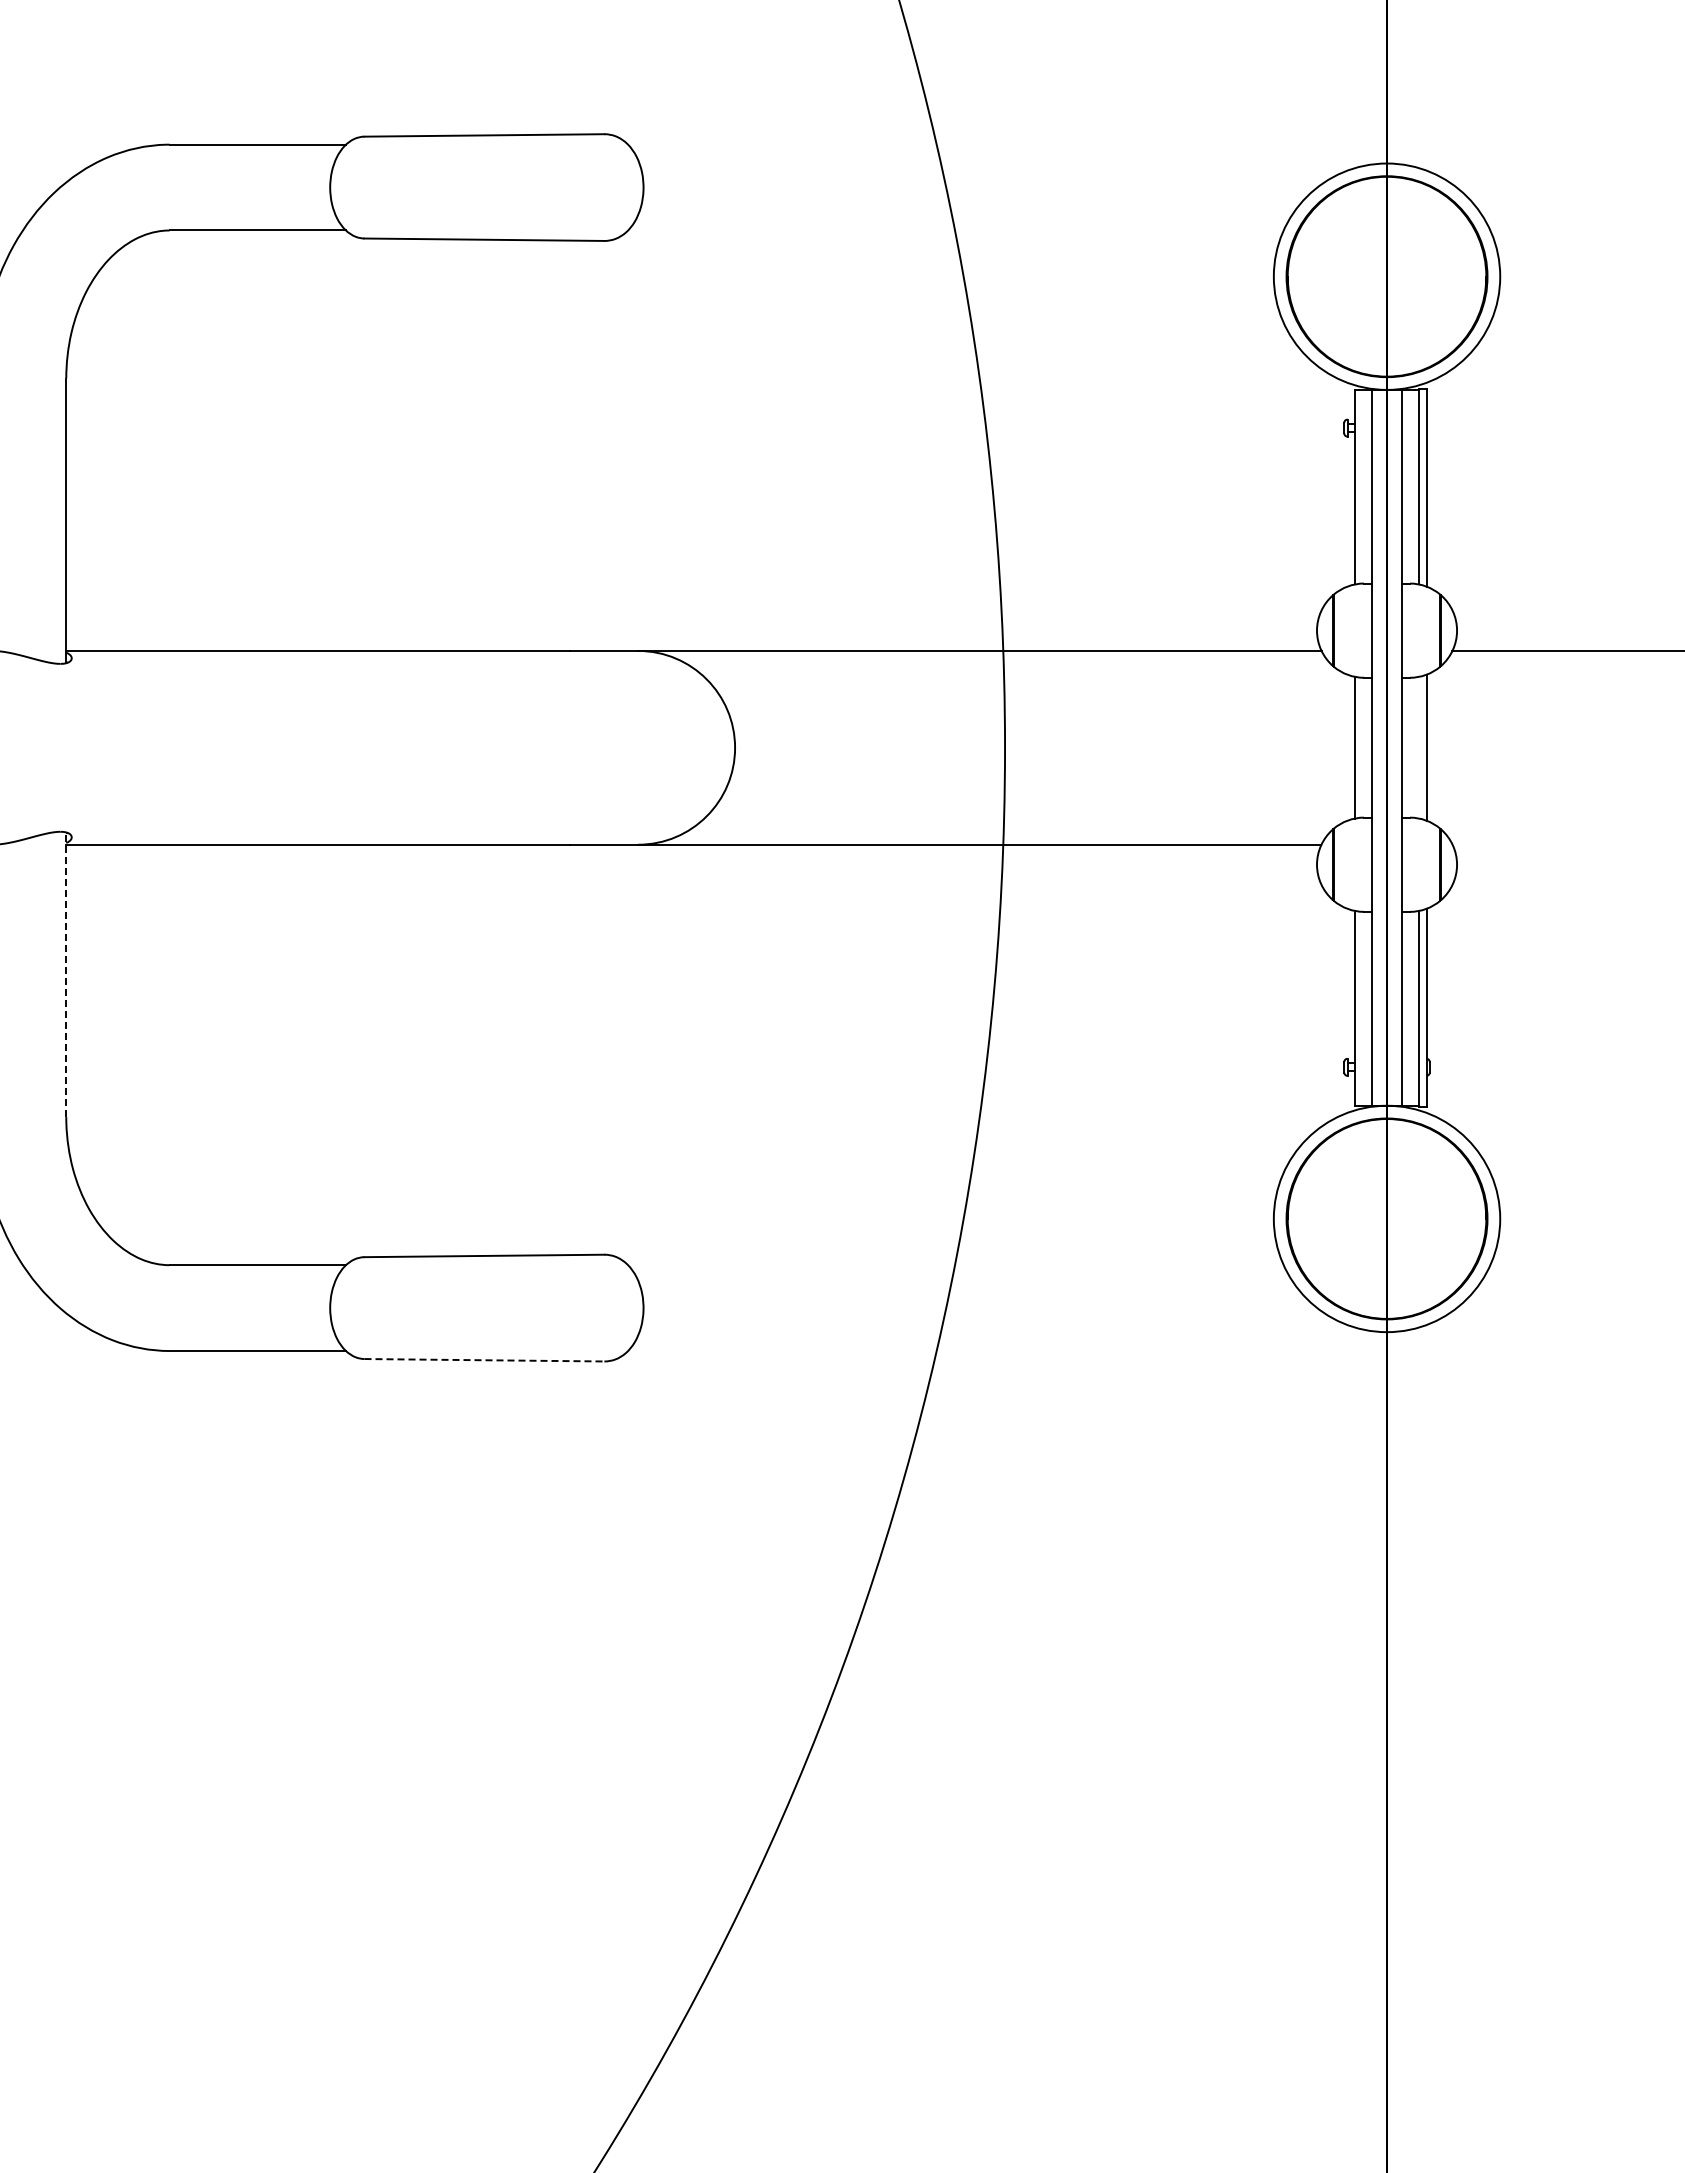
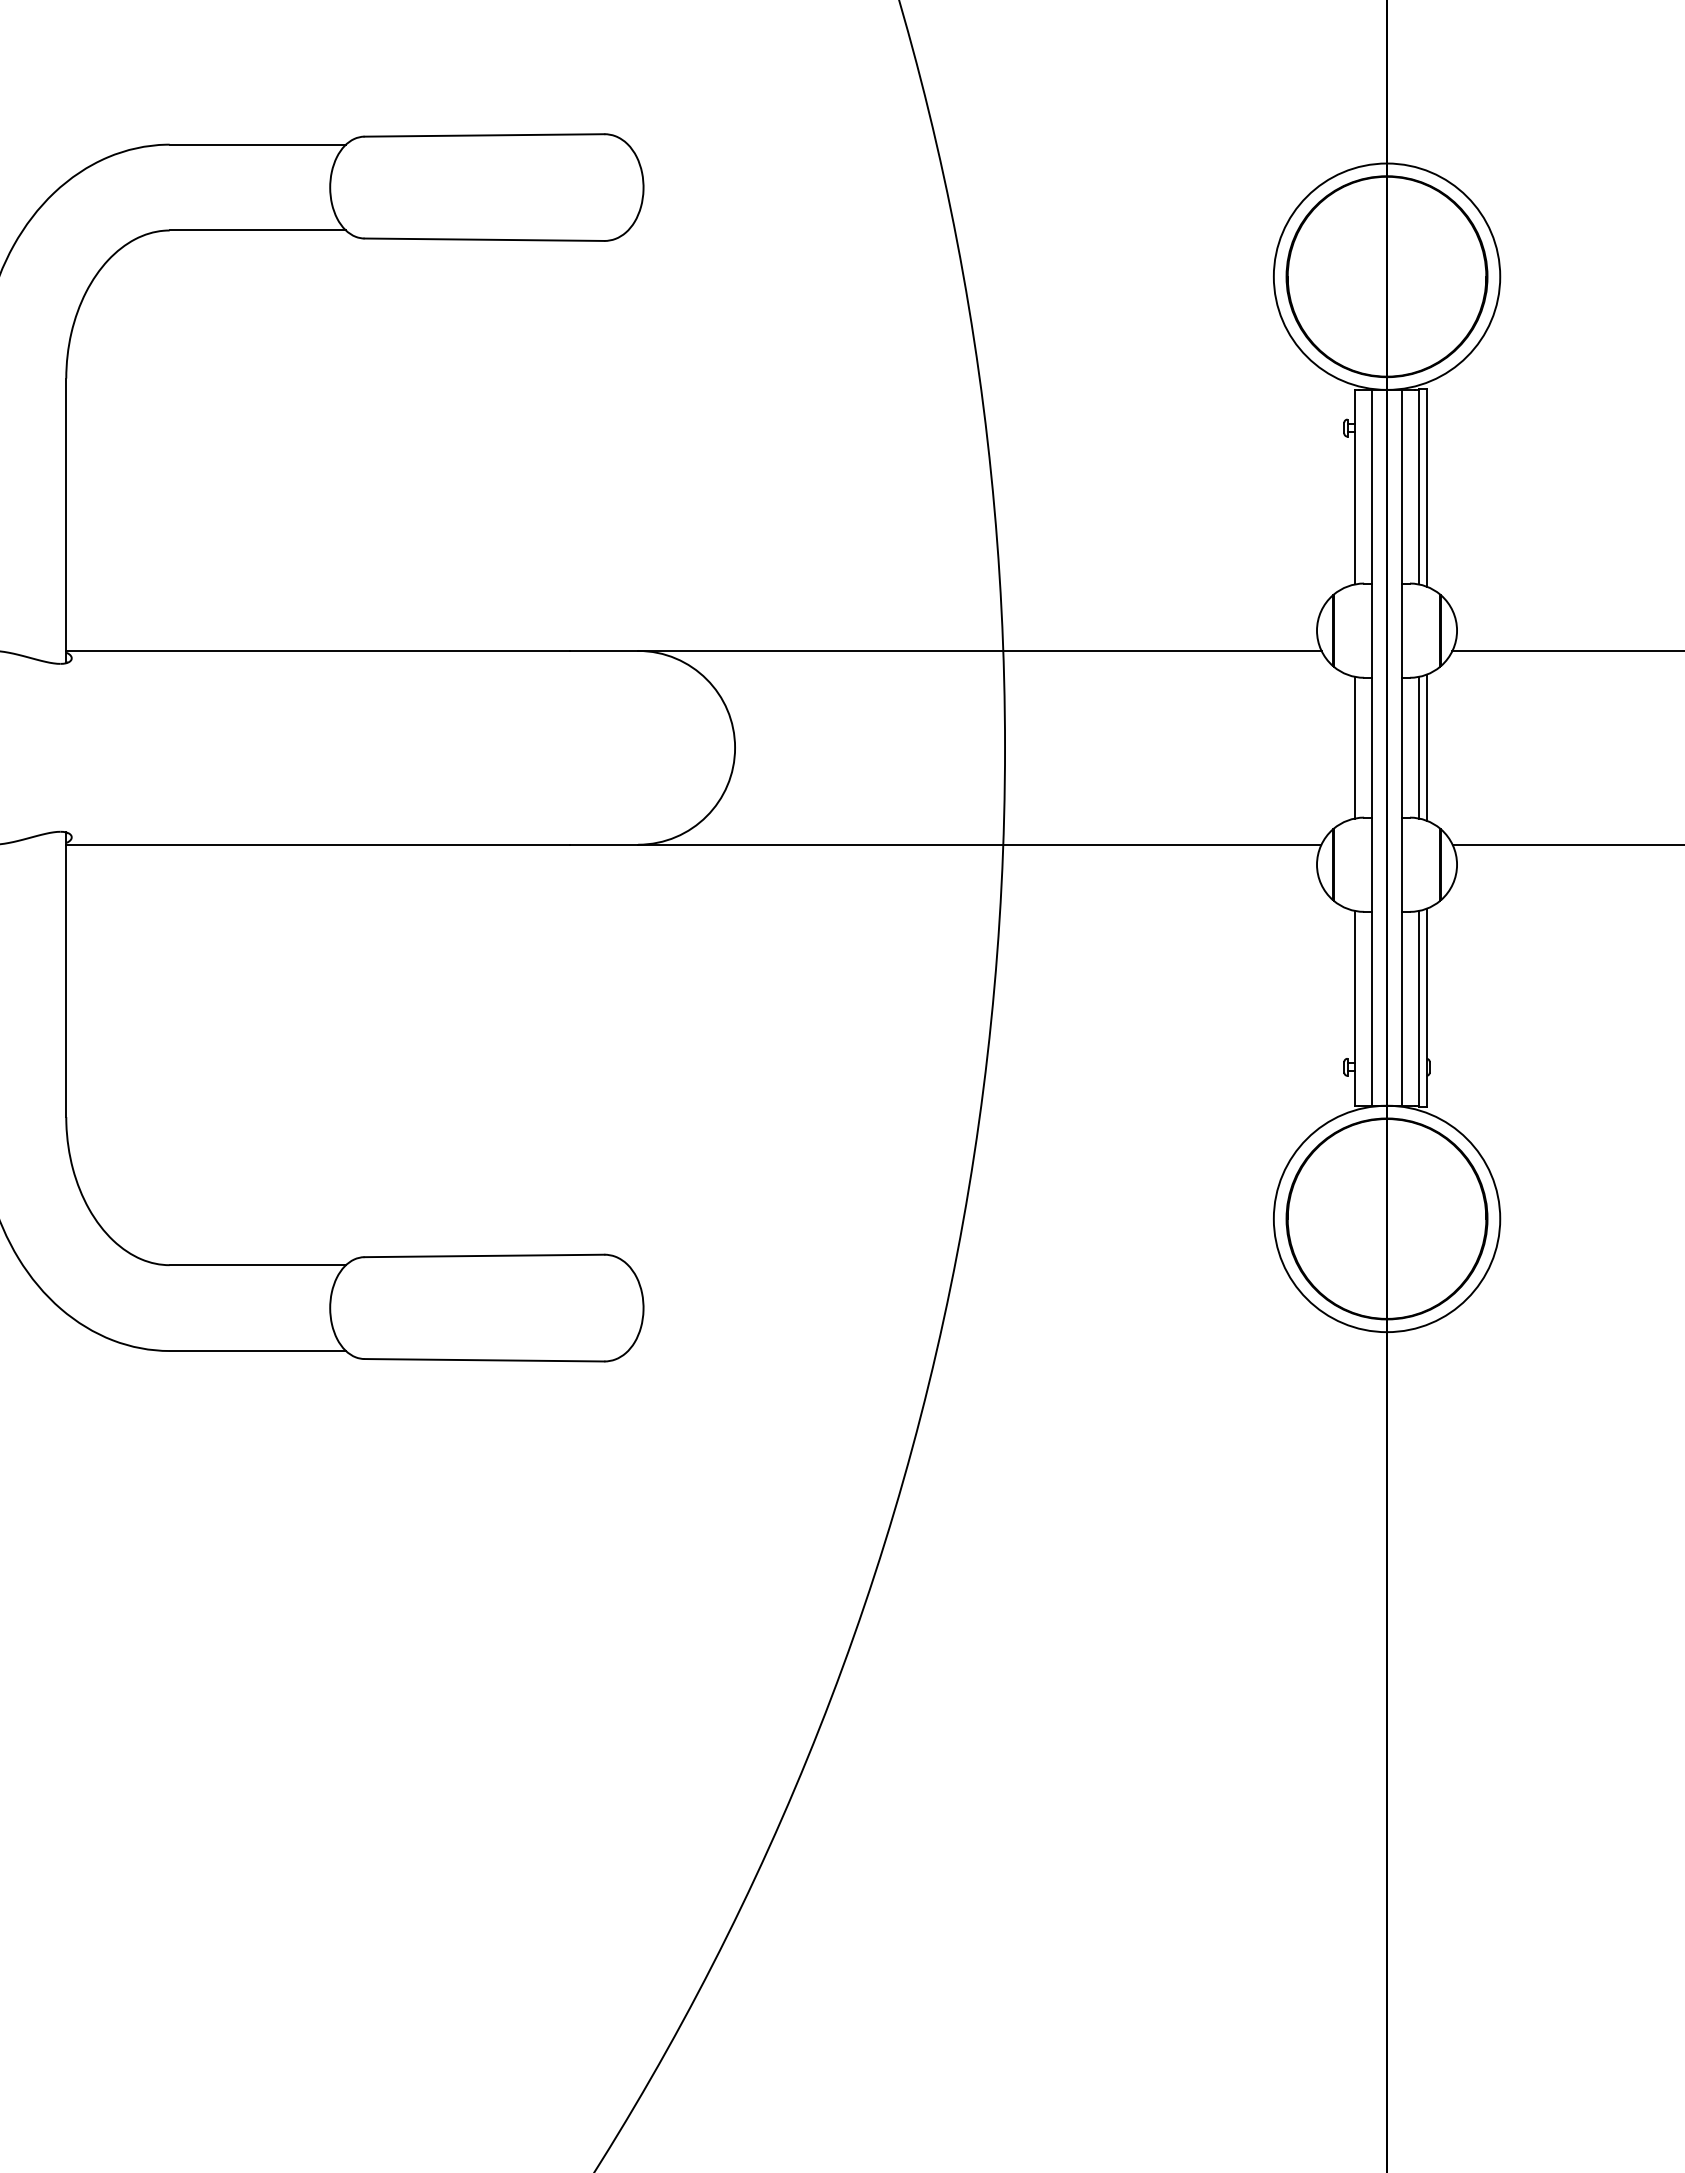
line at (1418, 747): none -> present
line at (1566, 844): none -> present
line at (66, 974): dashed -> solid
line at (484, 1360): dashed -> solid
